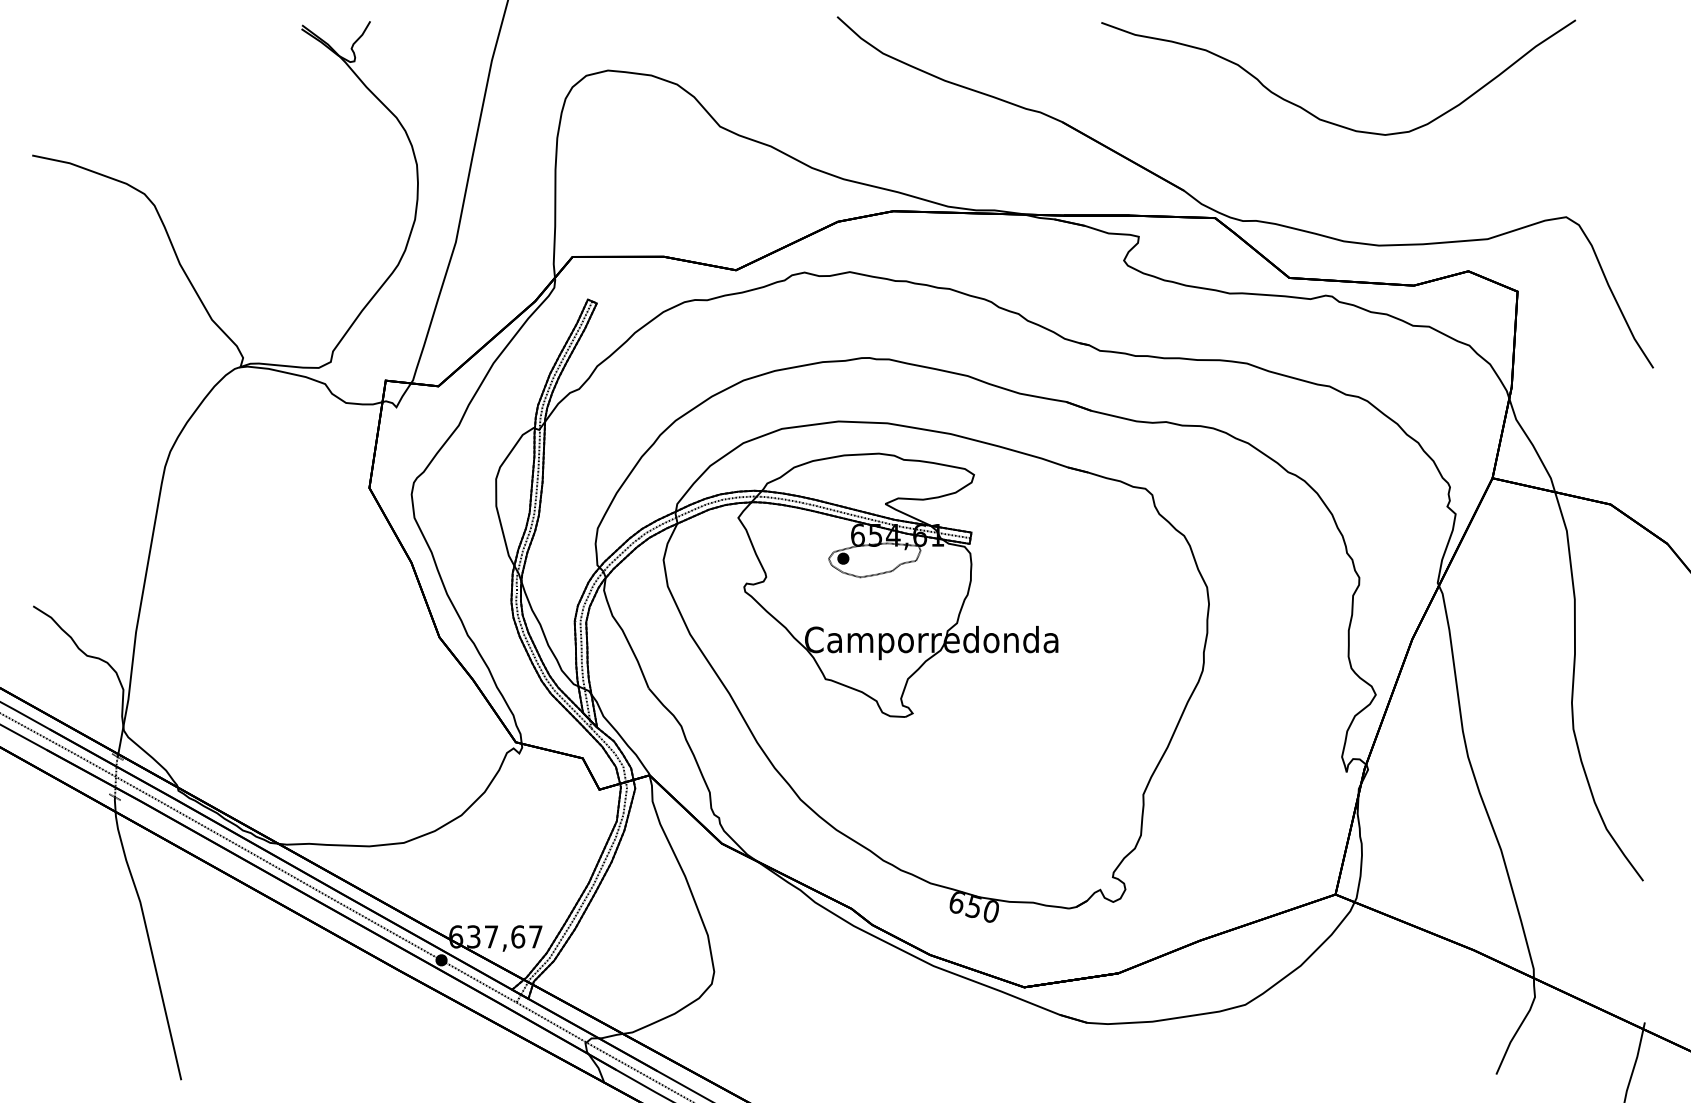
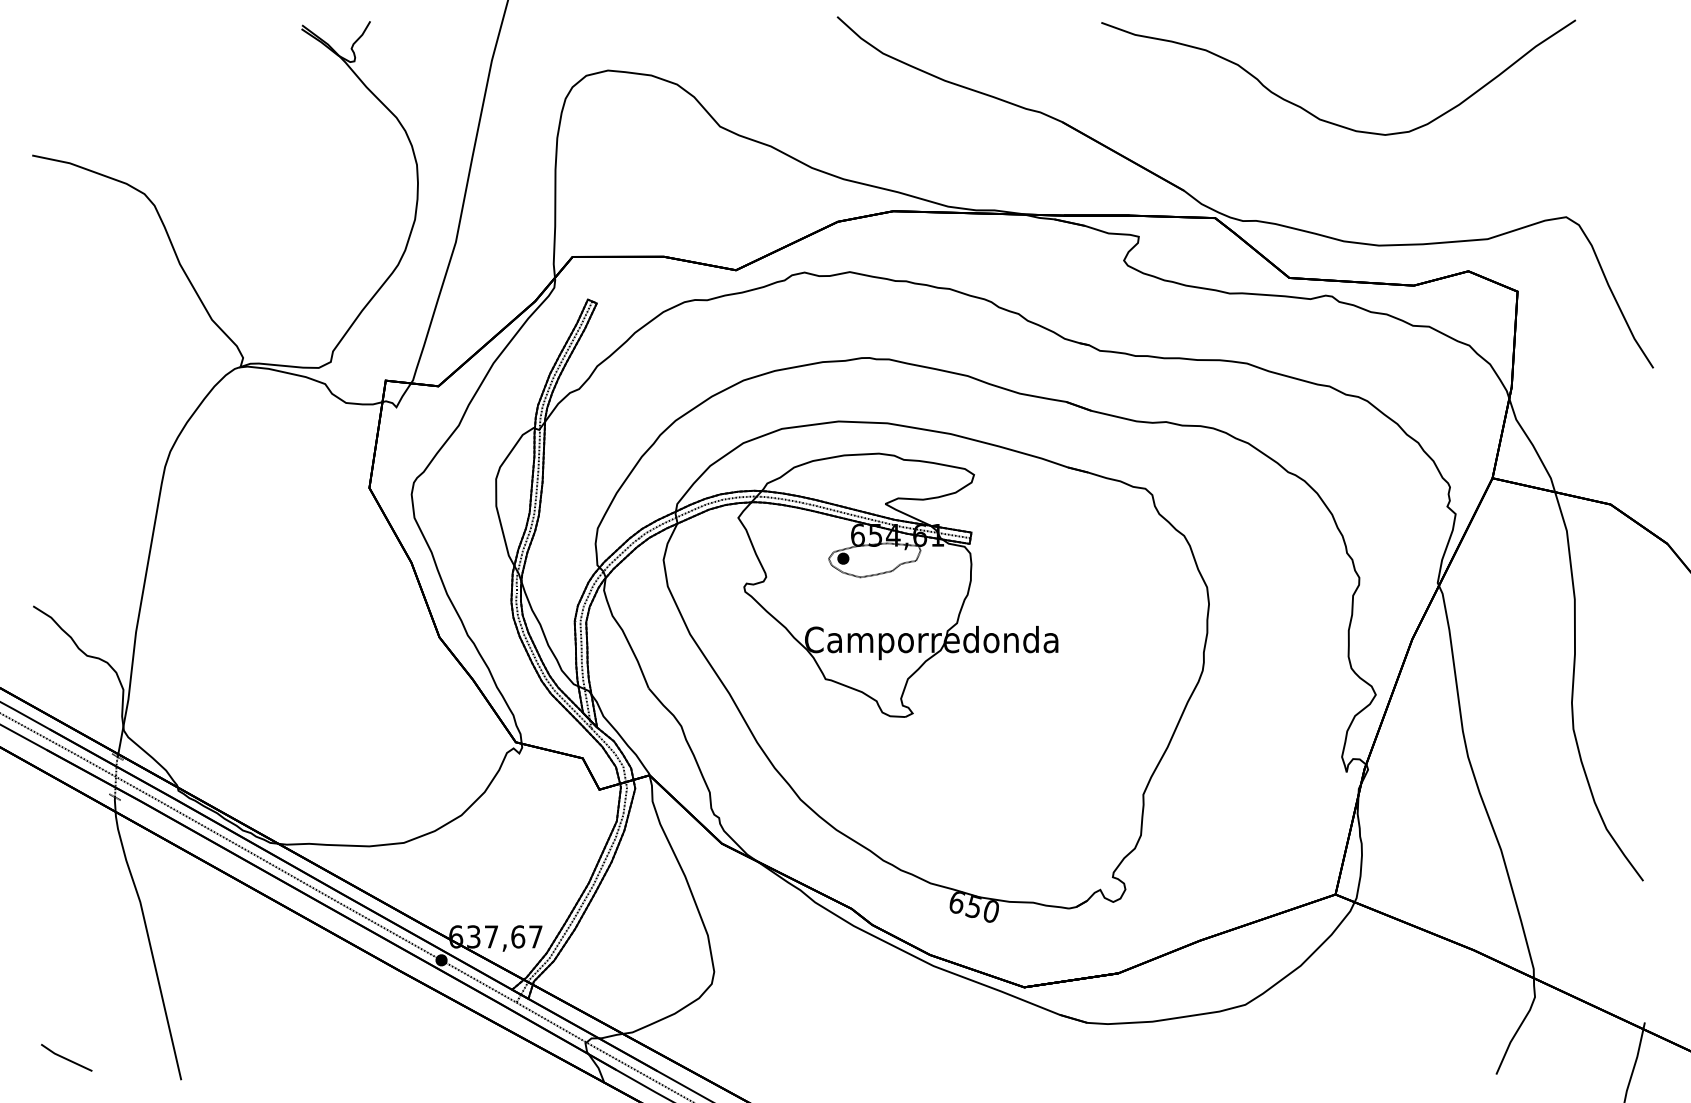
line at (65, 1057): none -> present
